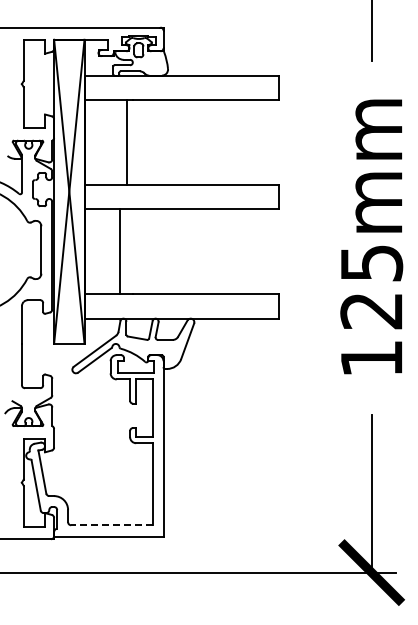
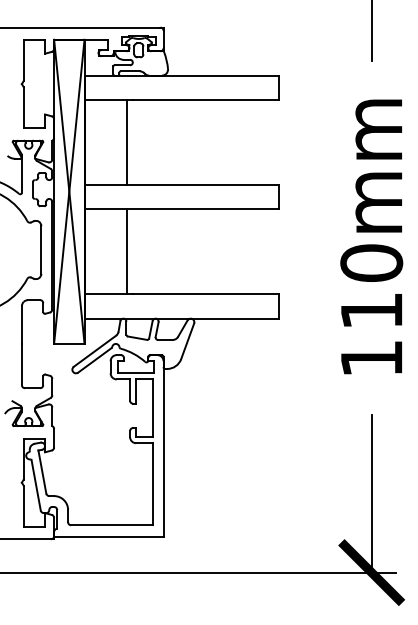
line at (120, 251) position: (120, 251) -> (127, 251)
text at (371, 286): 125mm -> 110mm
line at (111, 525): dashed -> solid
